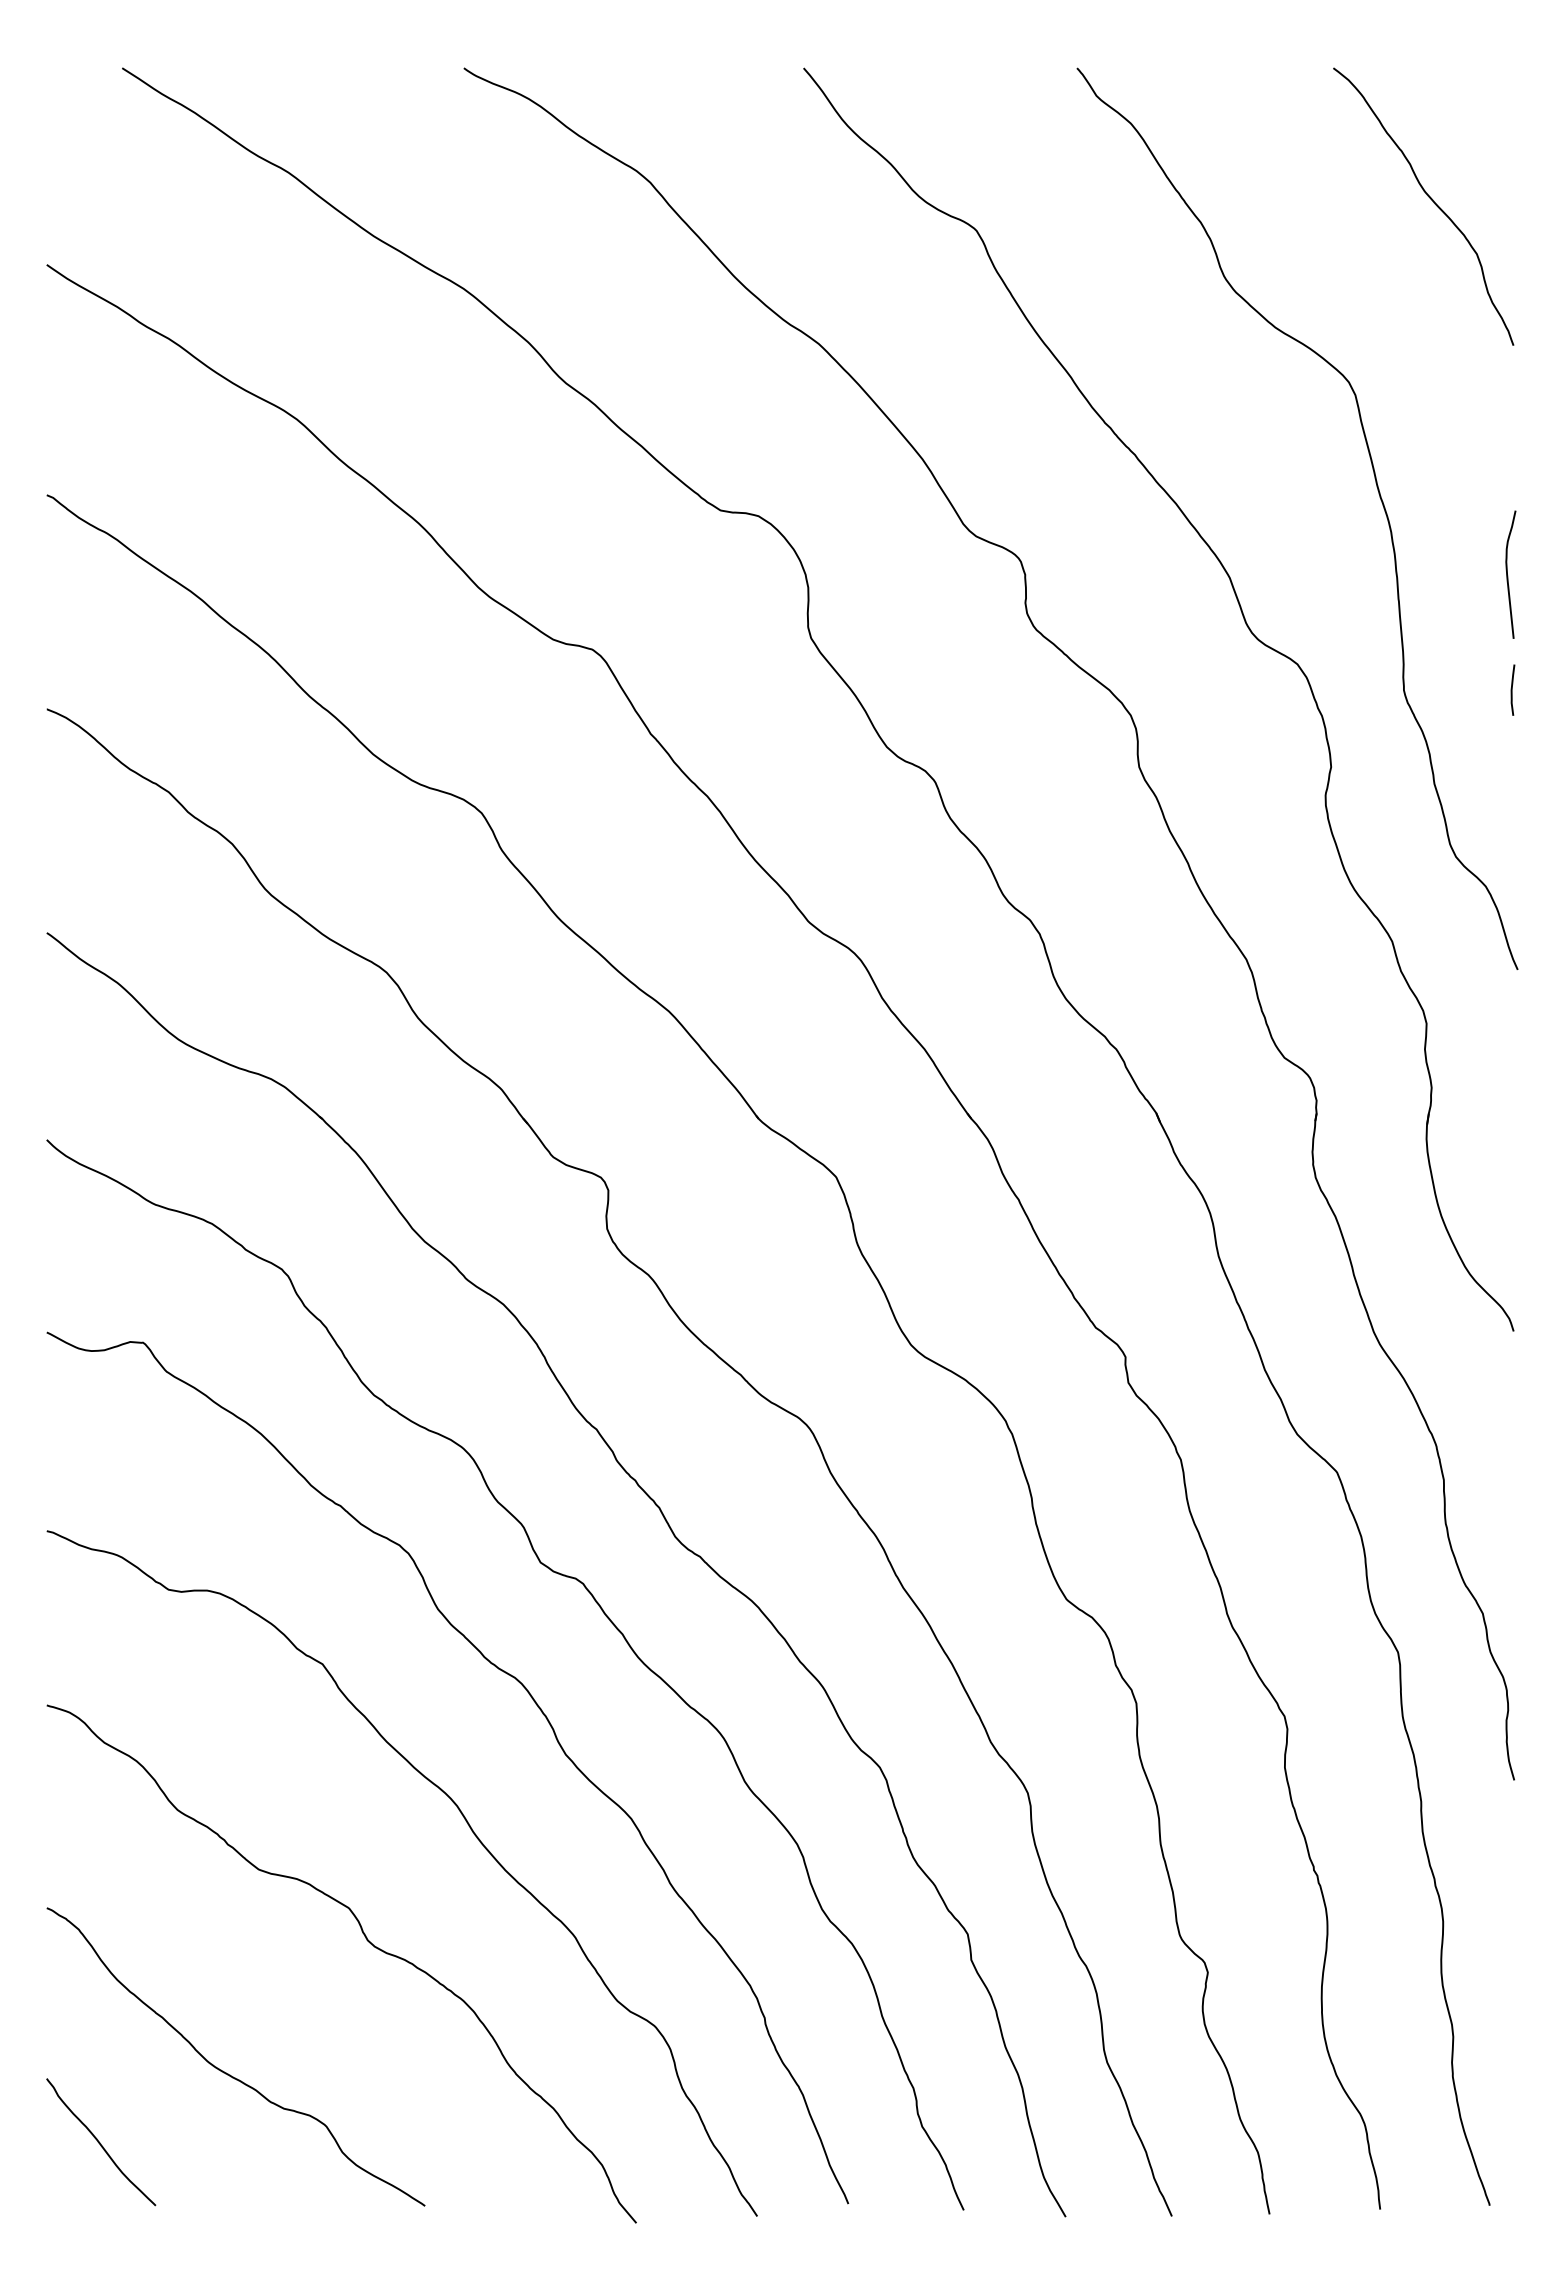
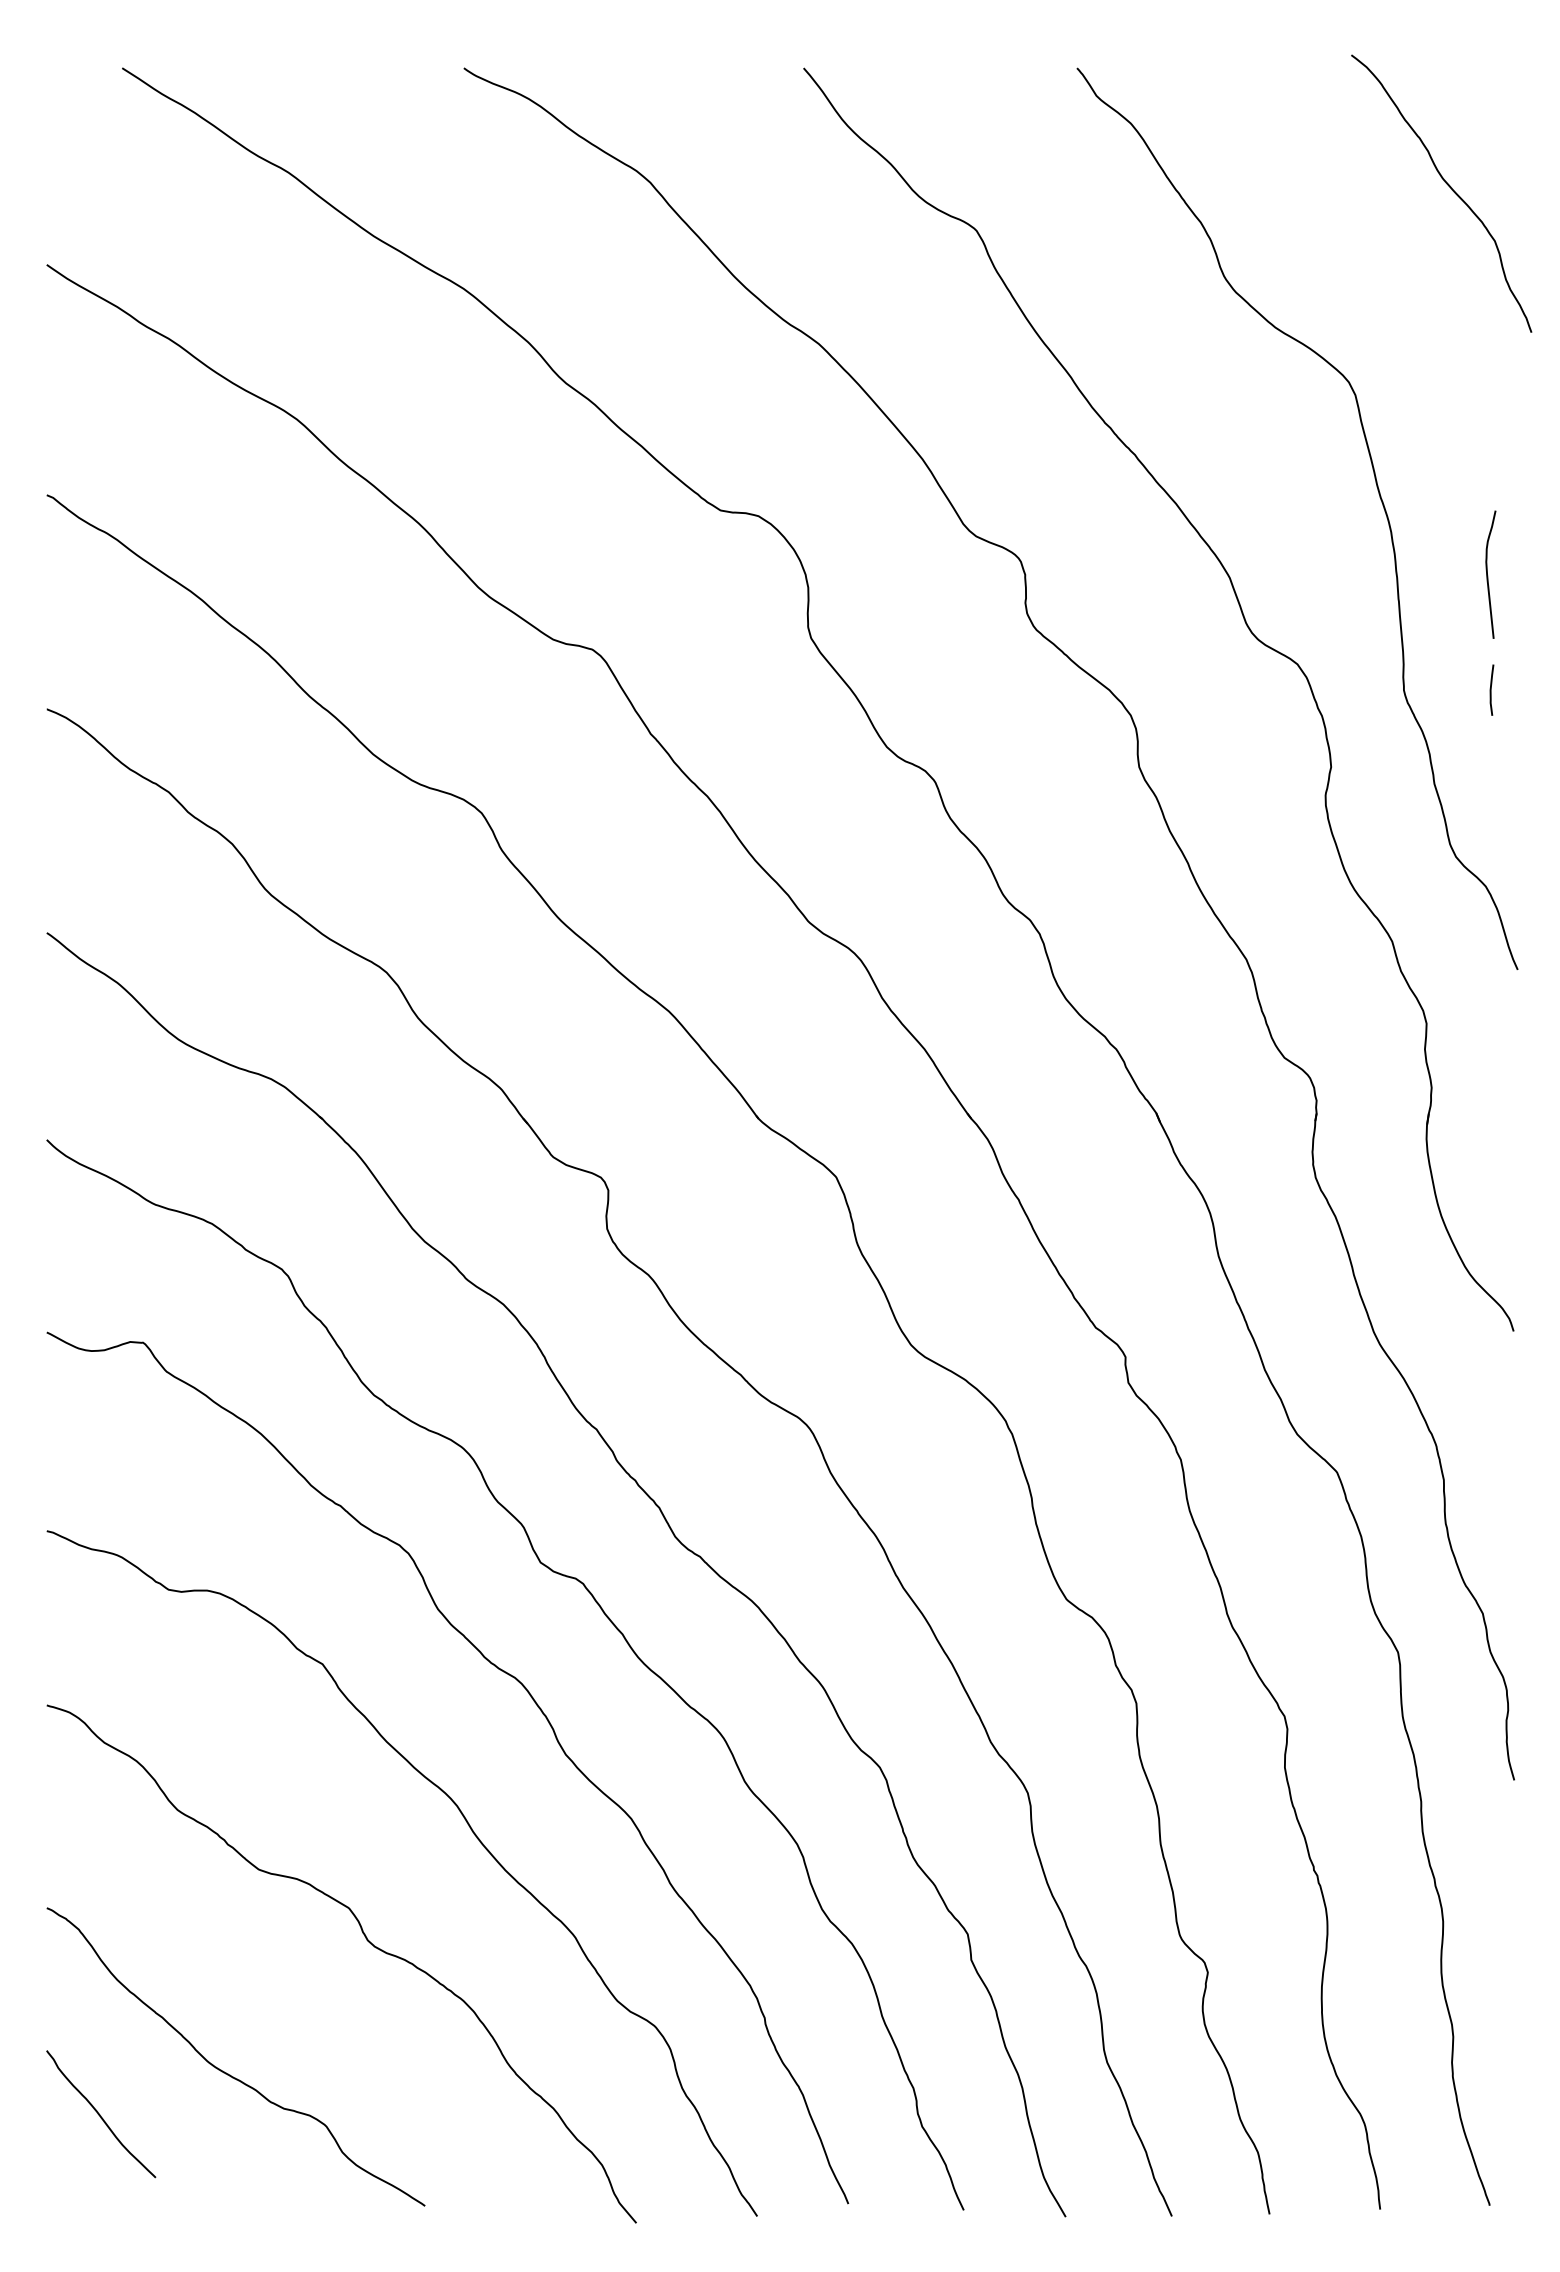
curve at (1430, 199) position: (1430, 199) -> (1448, 186)
curve at (1508, 575) position: (1508, 575) -> (1488, 575)
curve at (1512, 689) position: (1512, 689) -> (1491, 689)
curve at (100, 2142) position: (100, 2142) -> (100, 2114)
